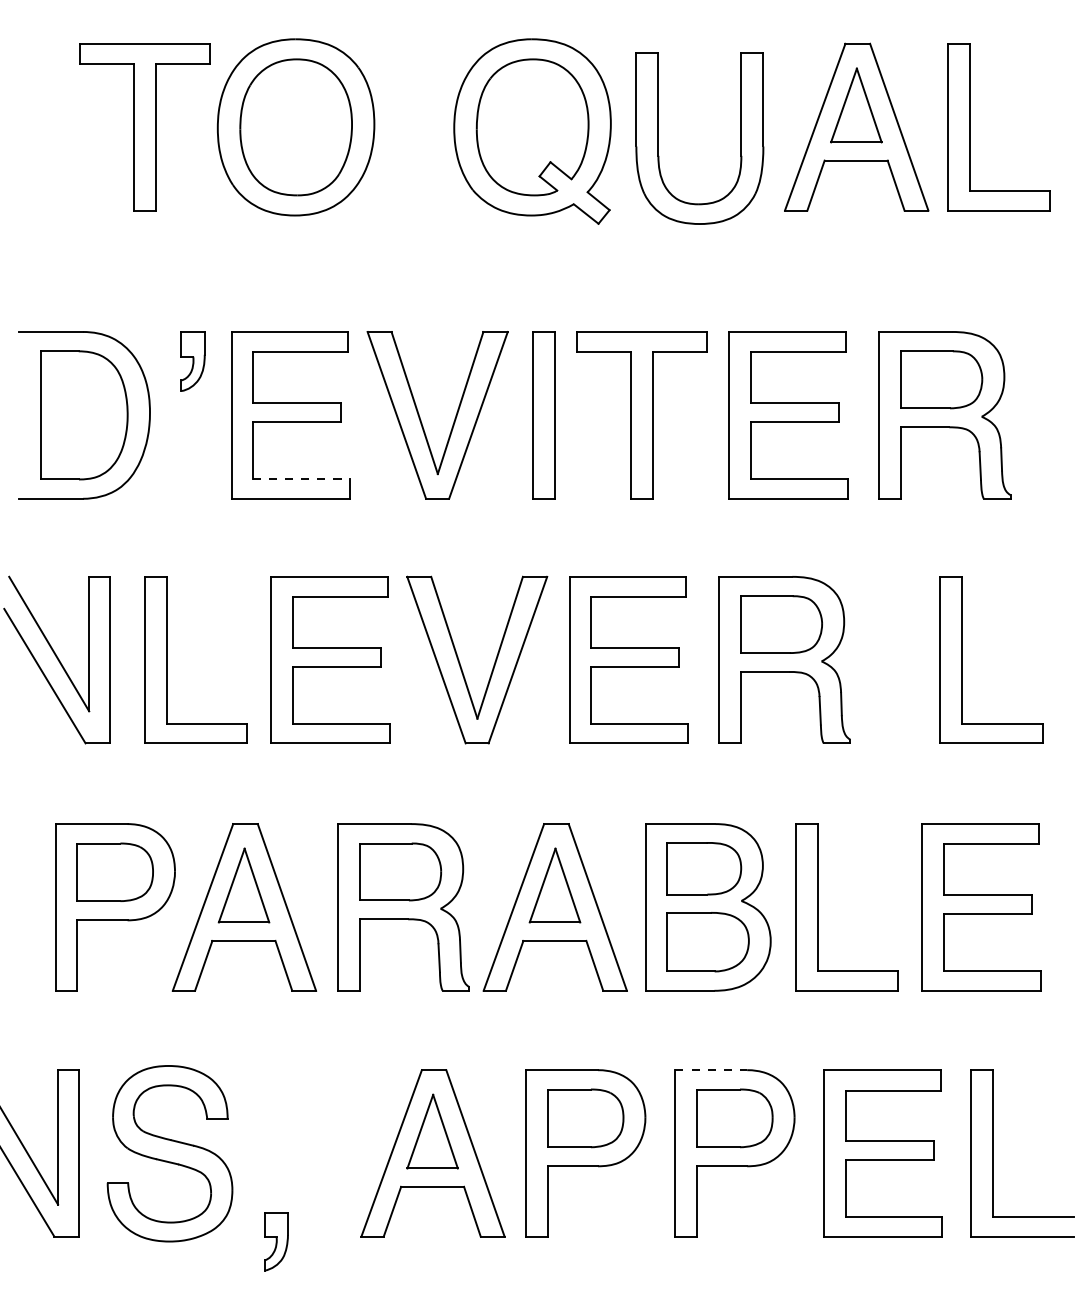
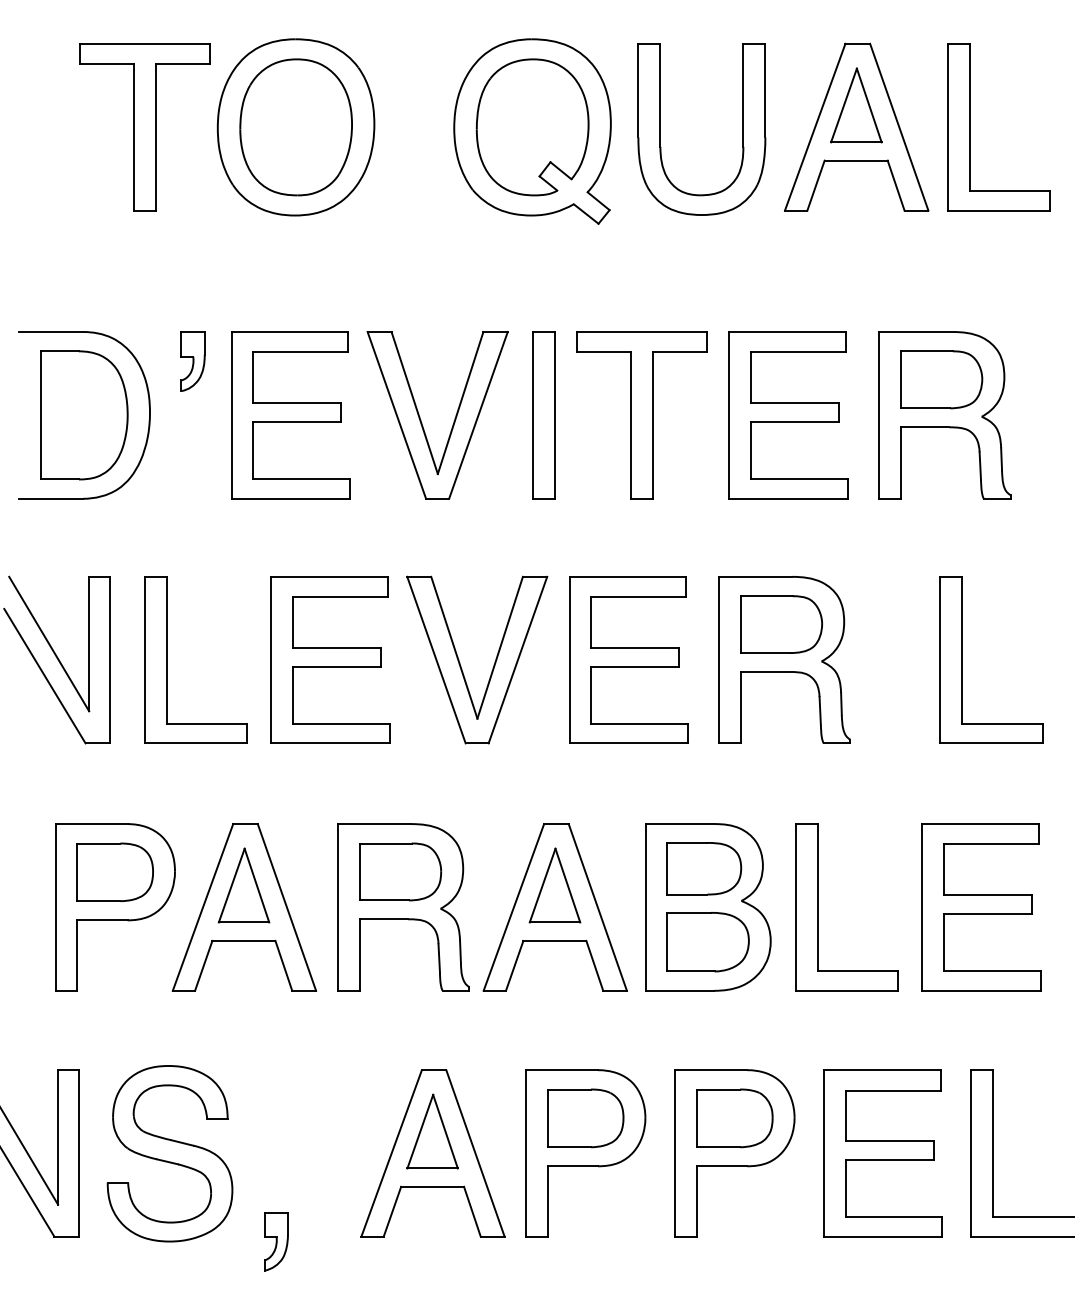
part at (658, 138) position: (658, 138) -> (660, 129)
line at (301, 478): dashed -> solid
line at (711, 1070): dashed -> solid
